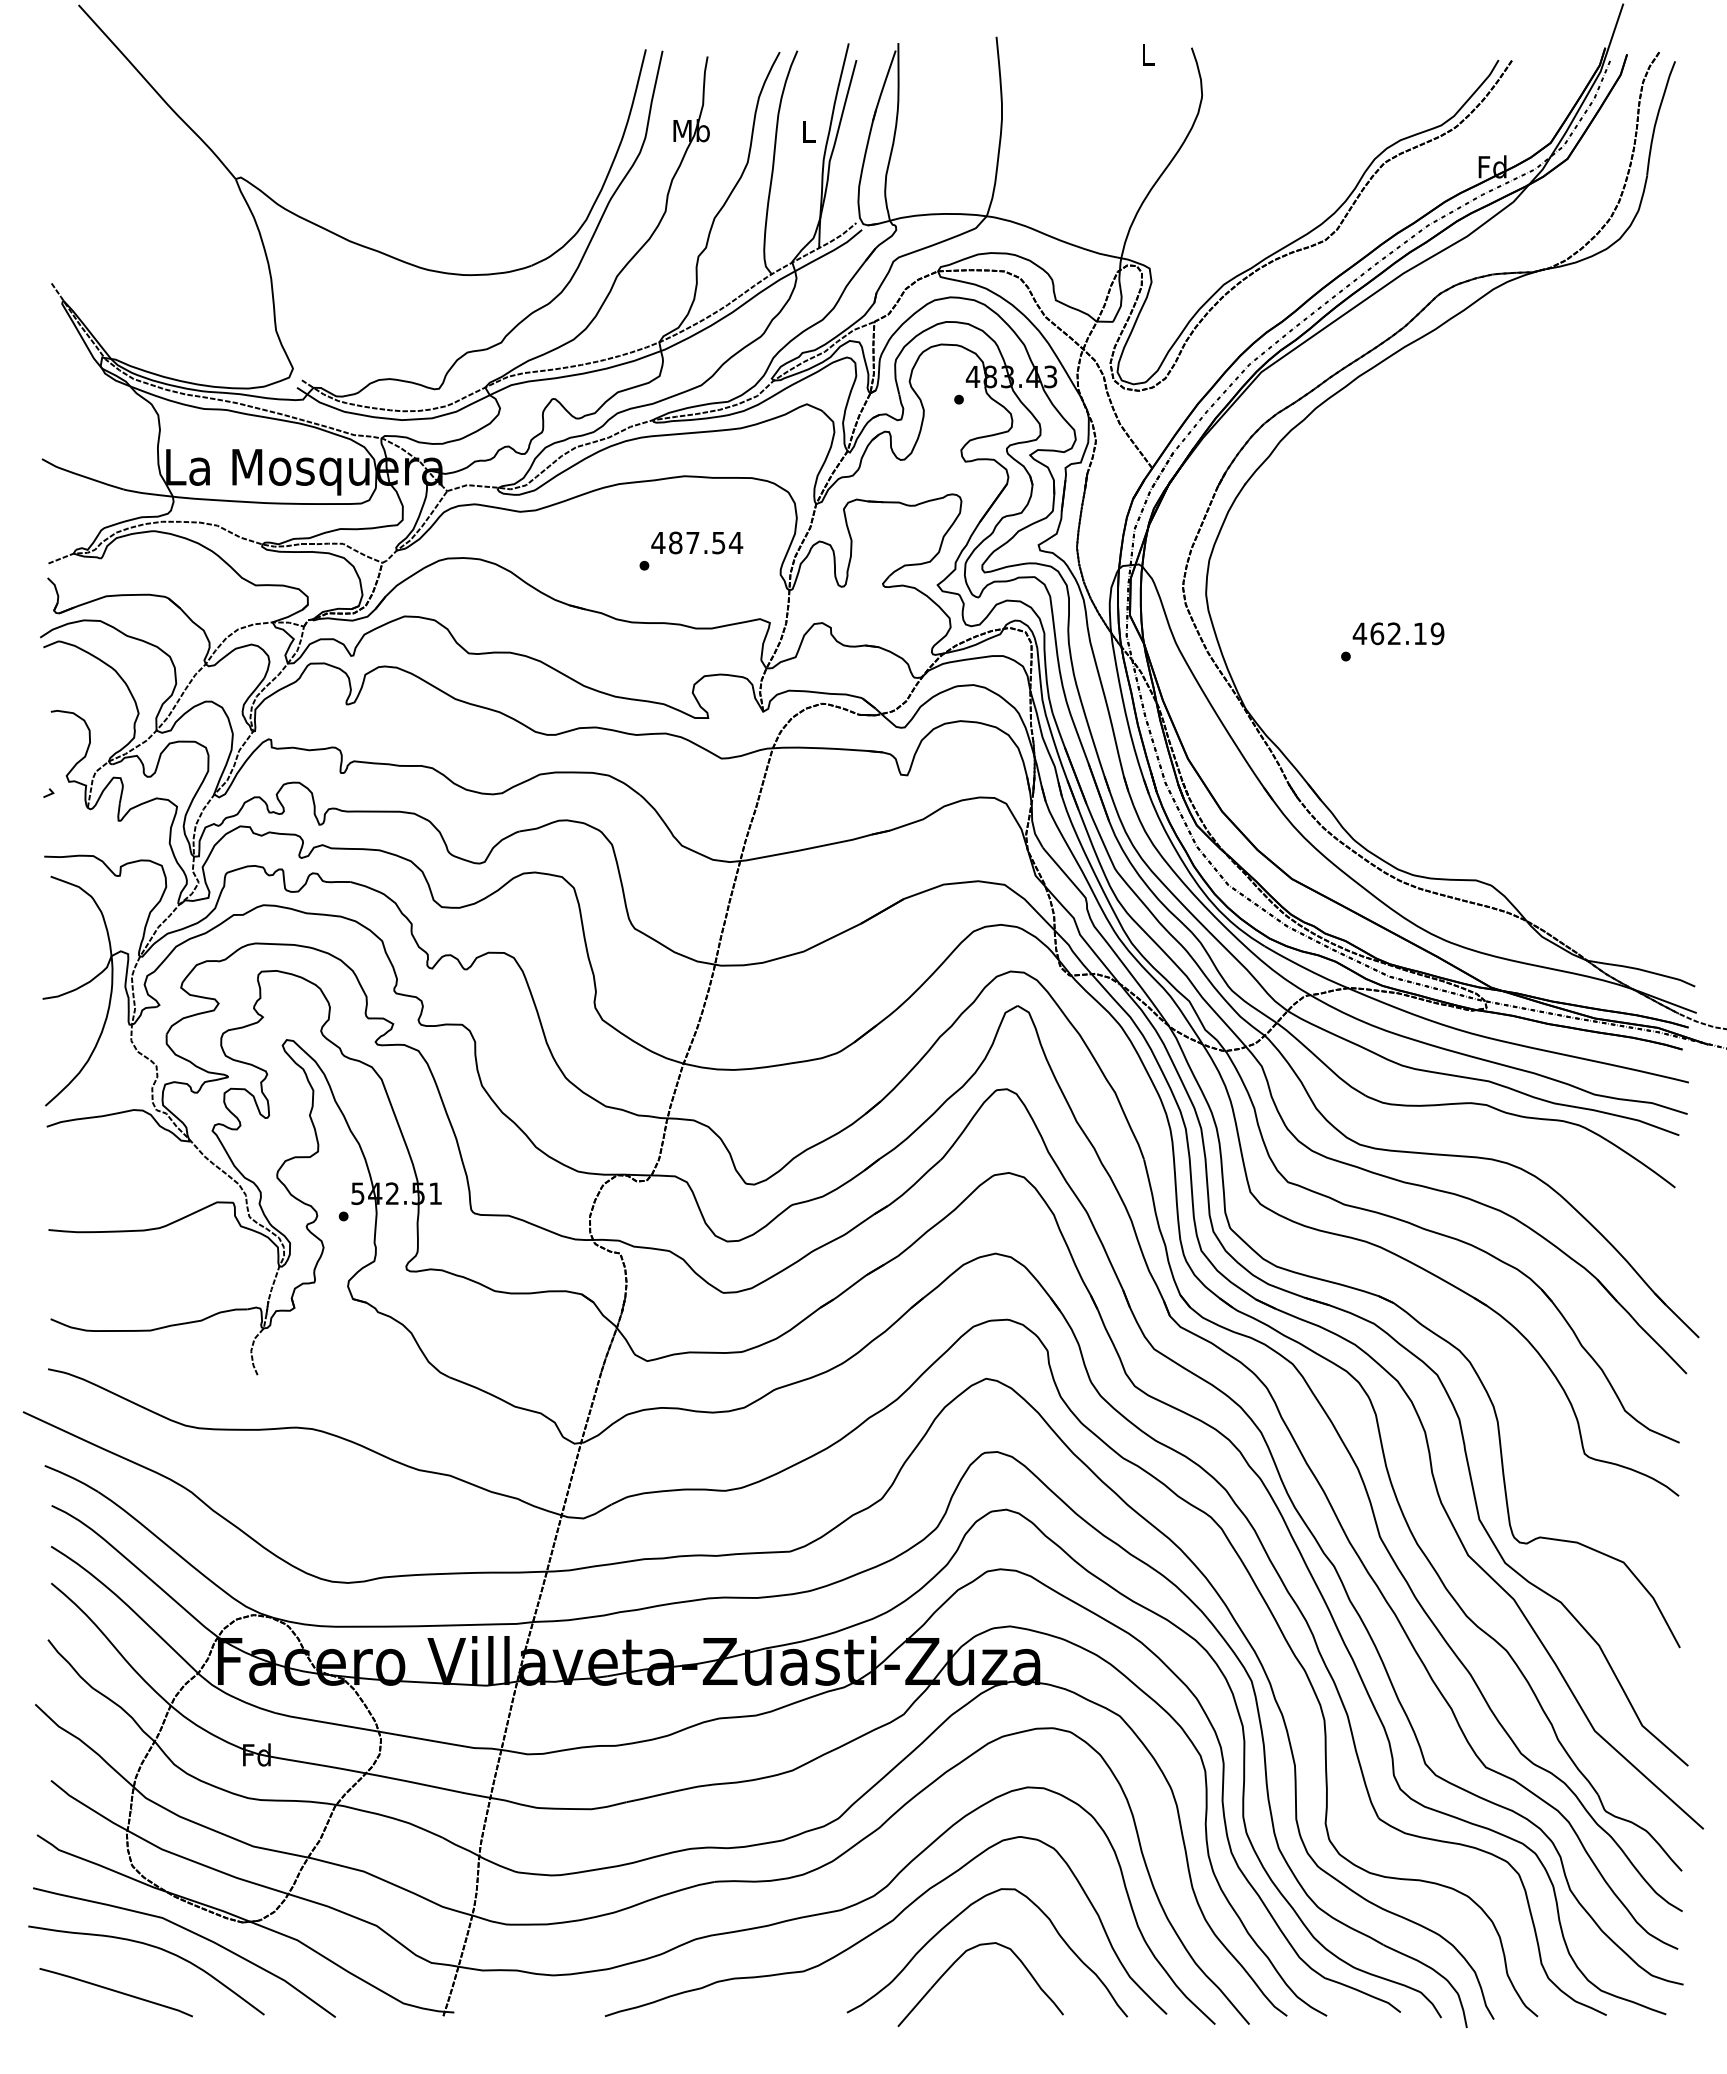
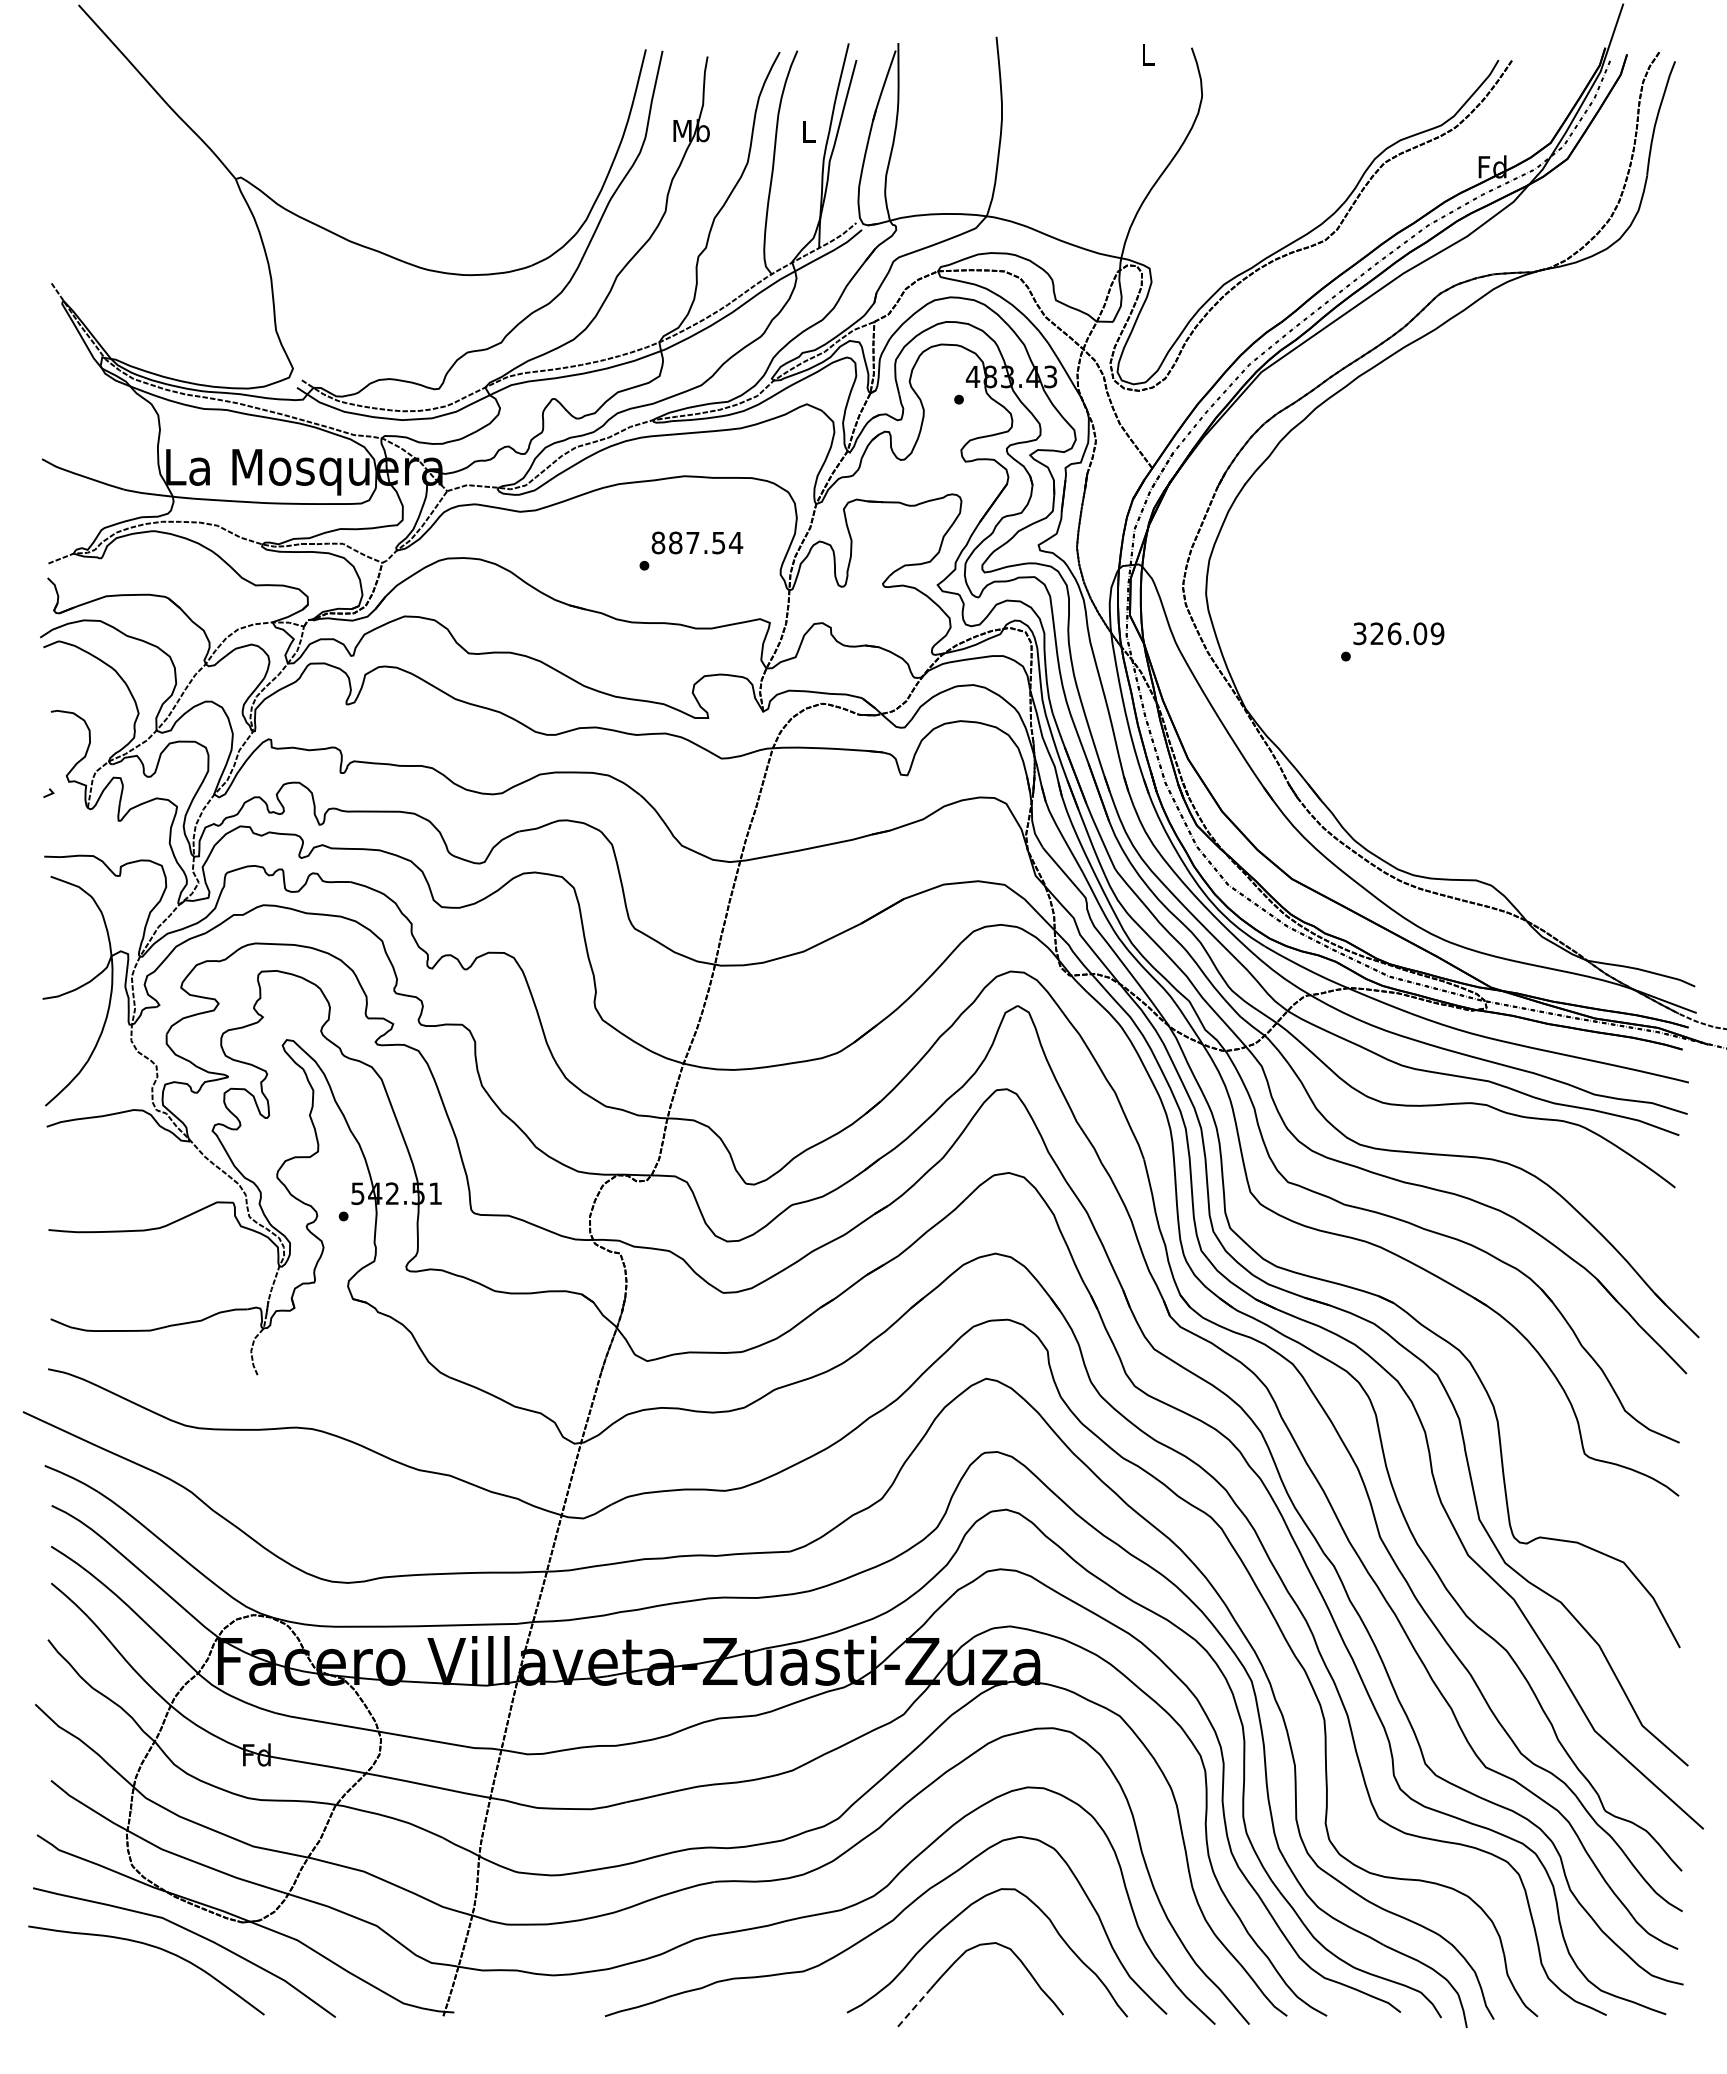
text at (658, 542): 487.54 -> 887.54
text at (1389, 633): 462.19 -> 326.09
curve at (115, 1991): present -> none
line at (914, 2007): solid -> dashed
